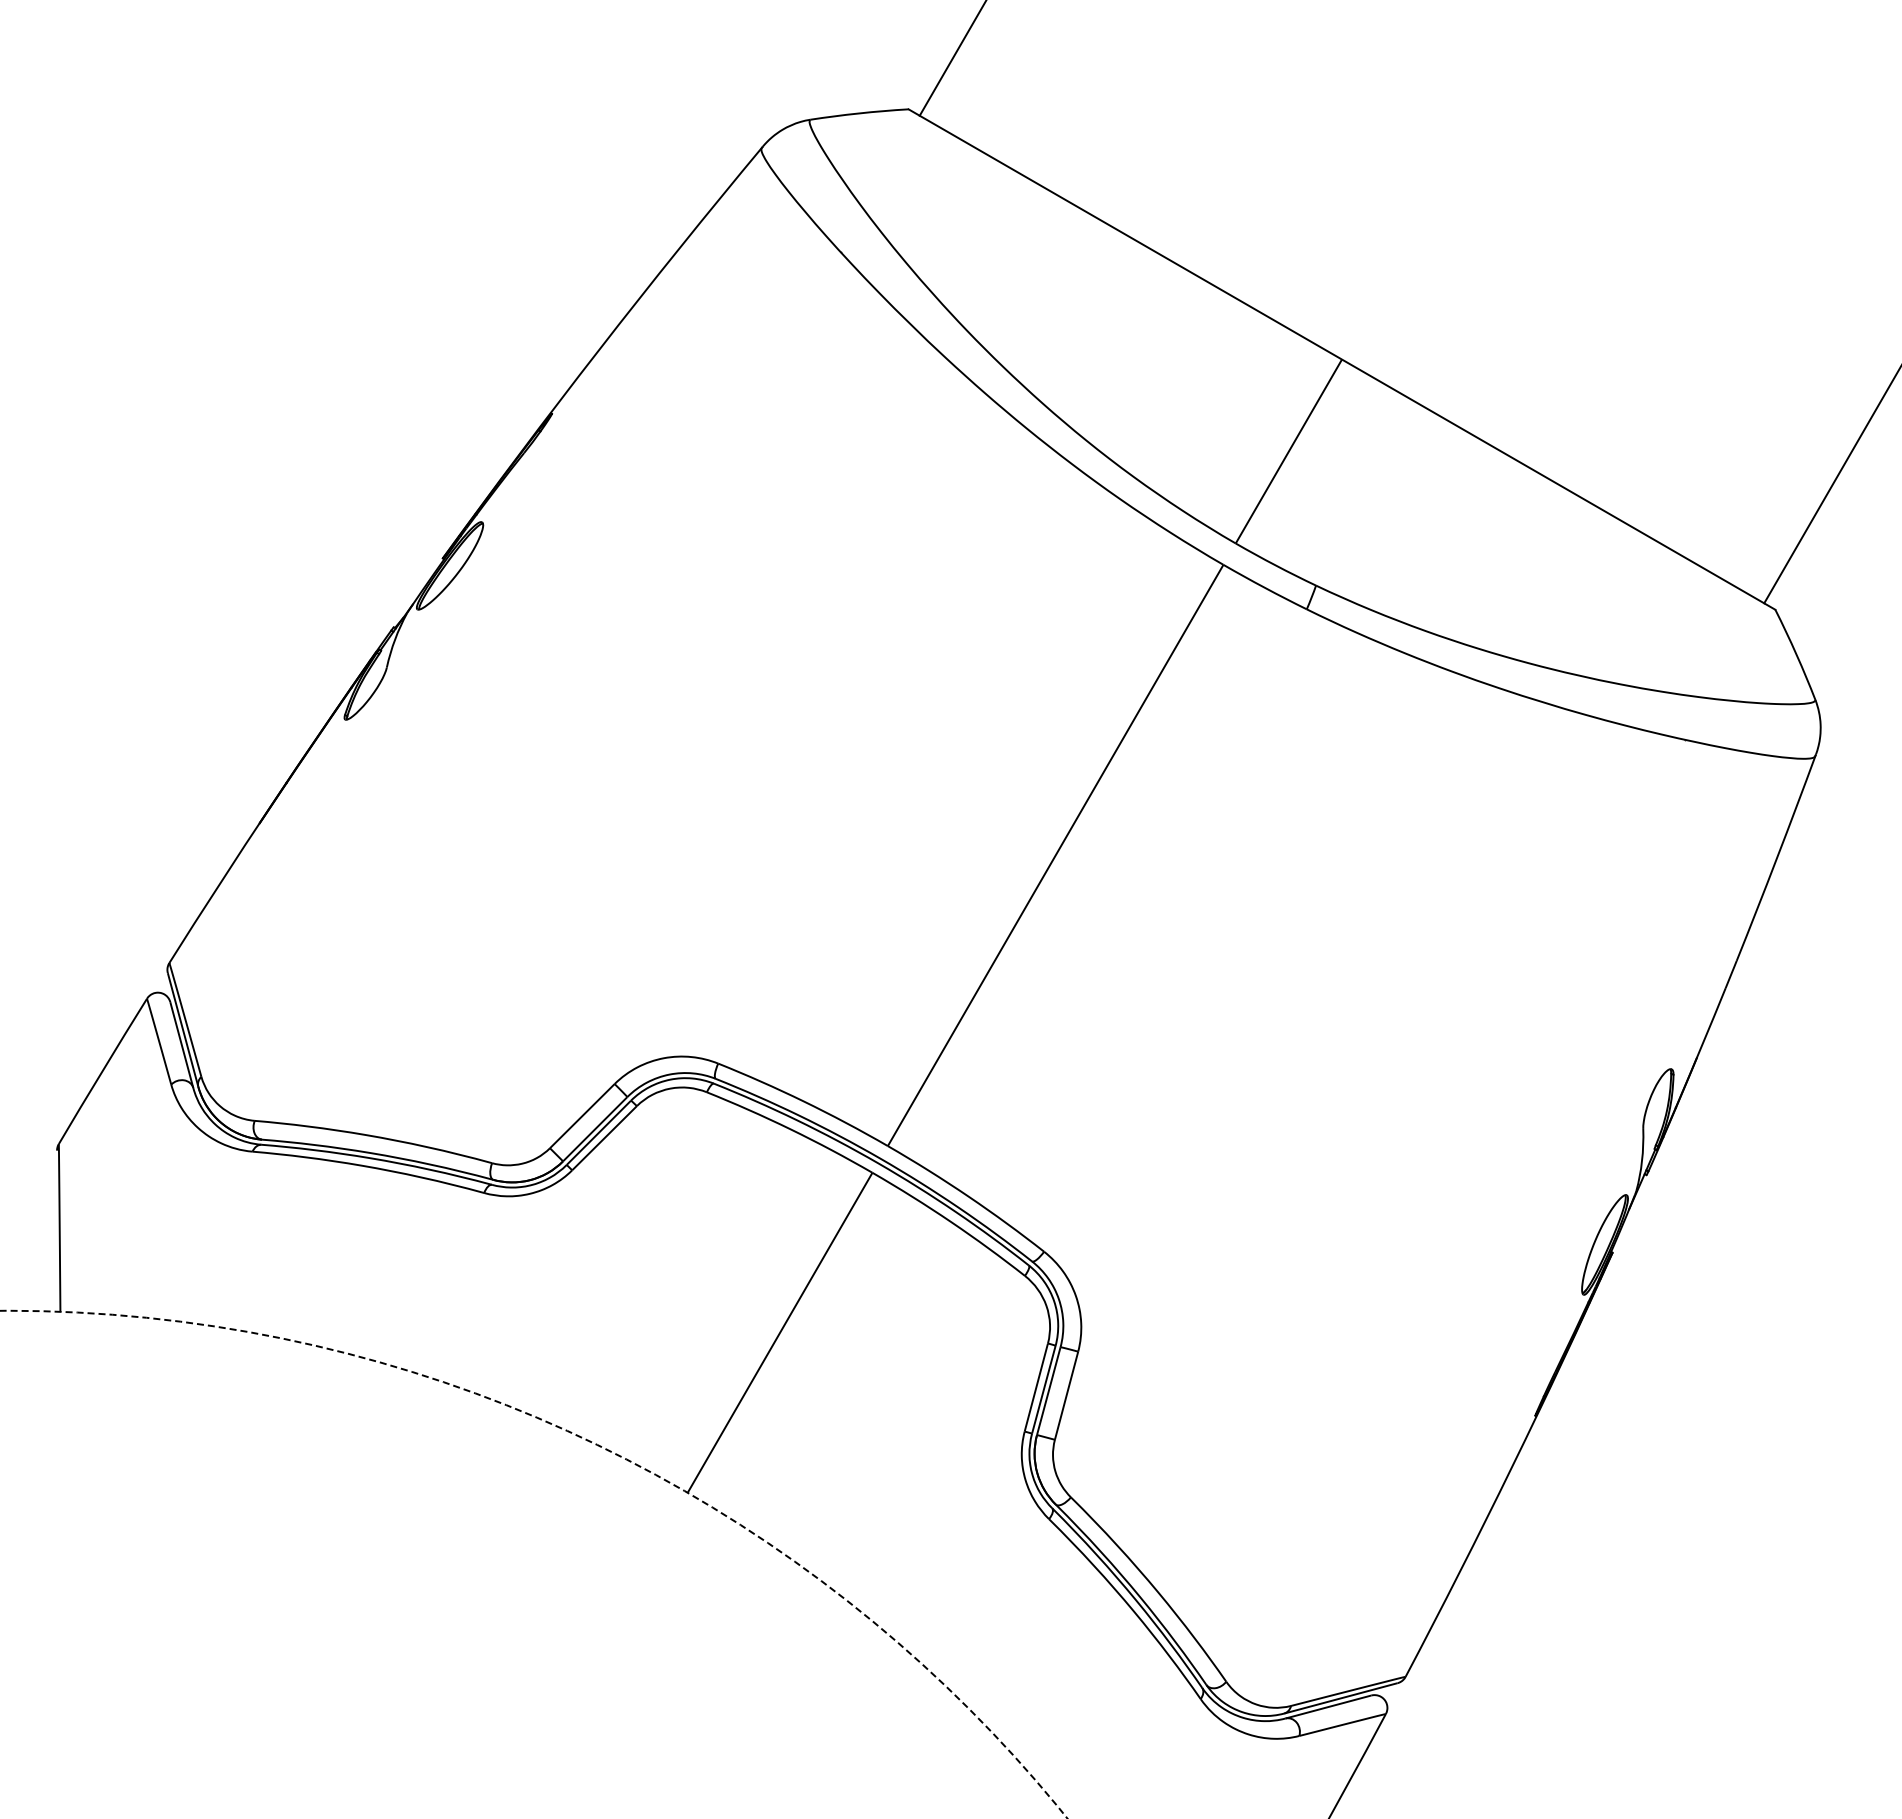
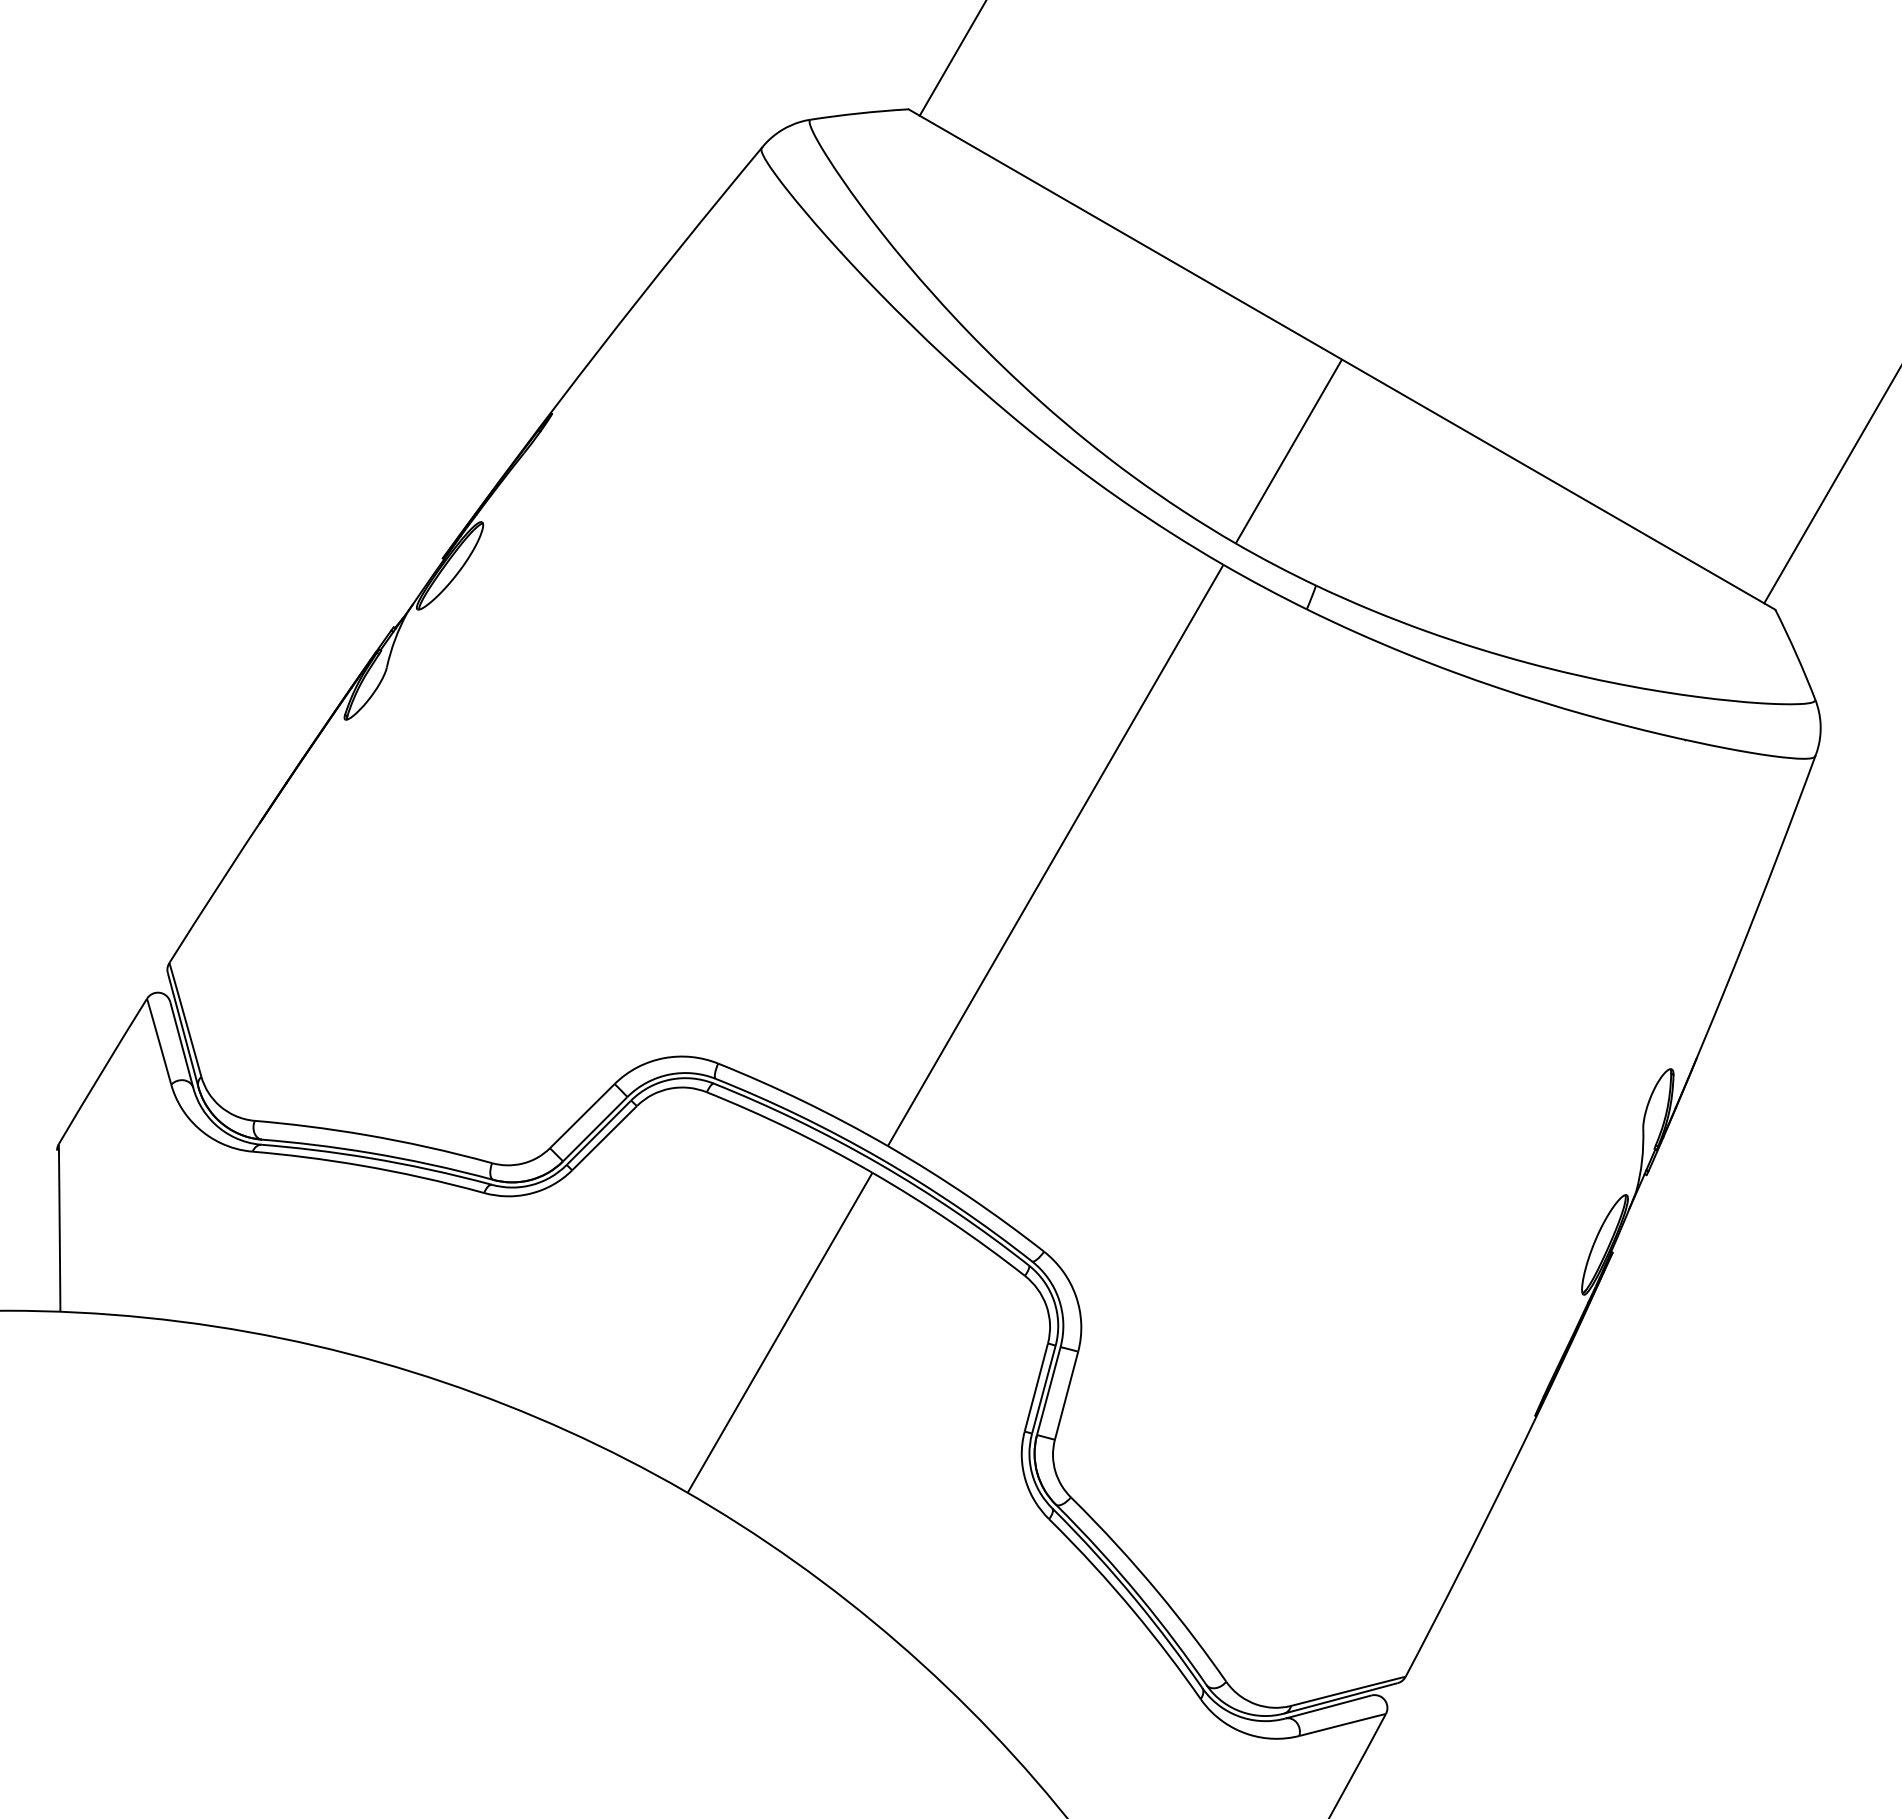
circle at (533, 1564): dashed -> solid
